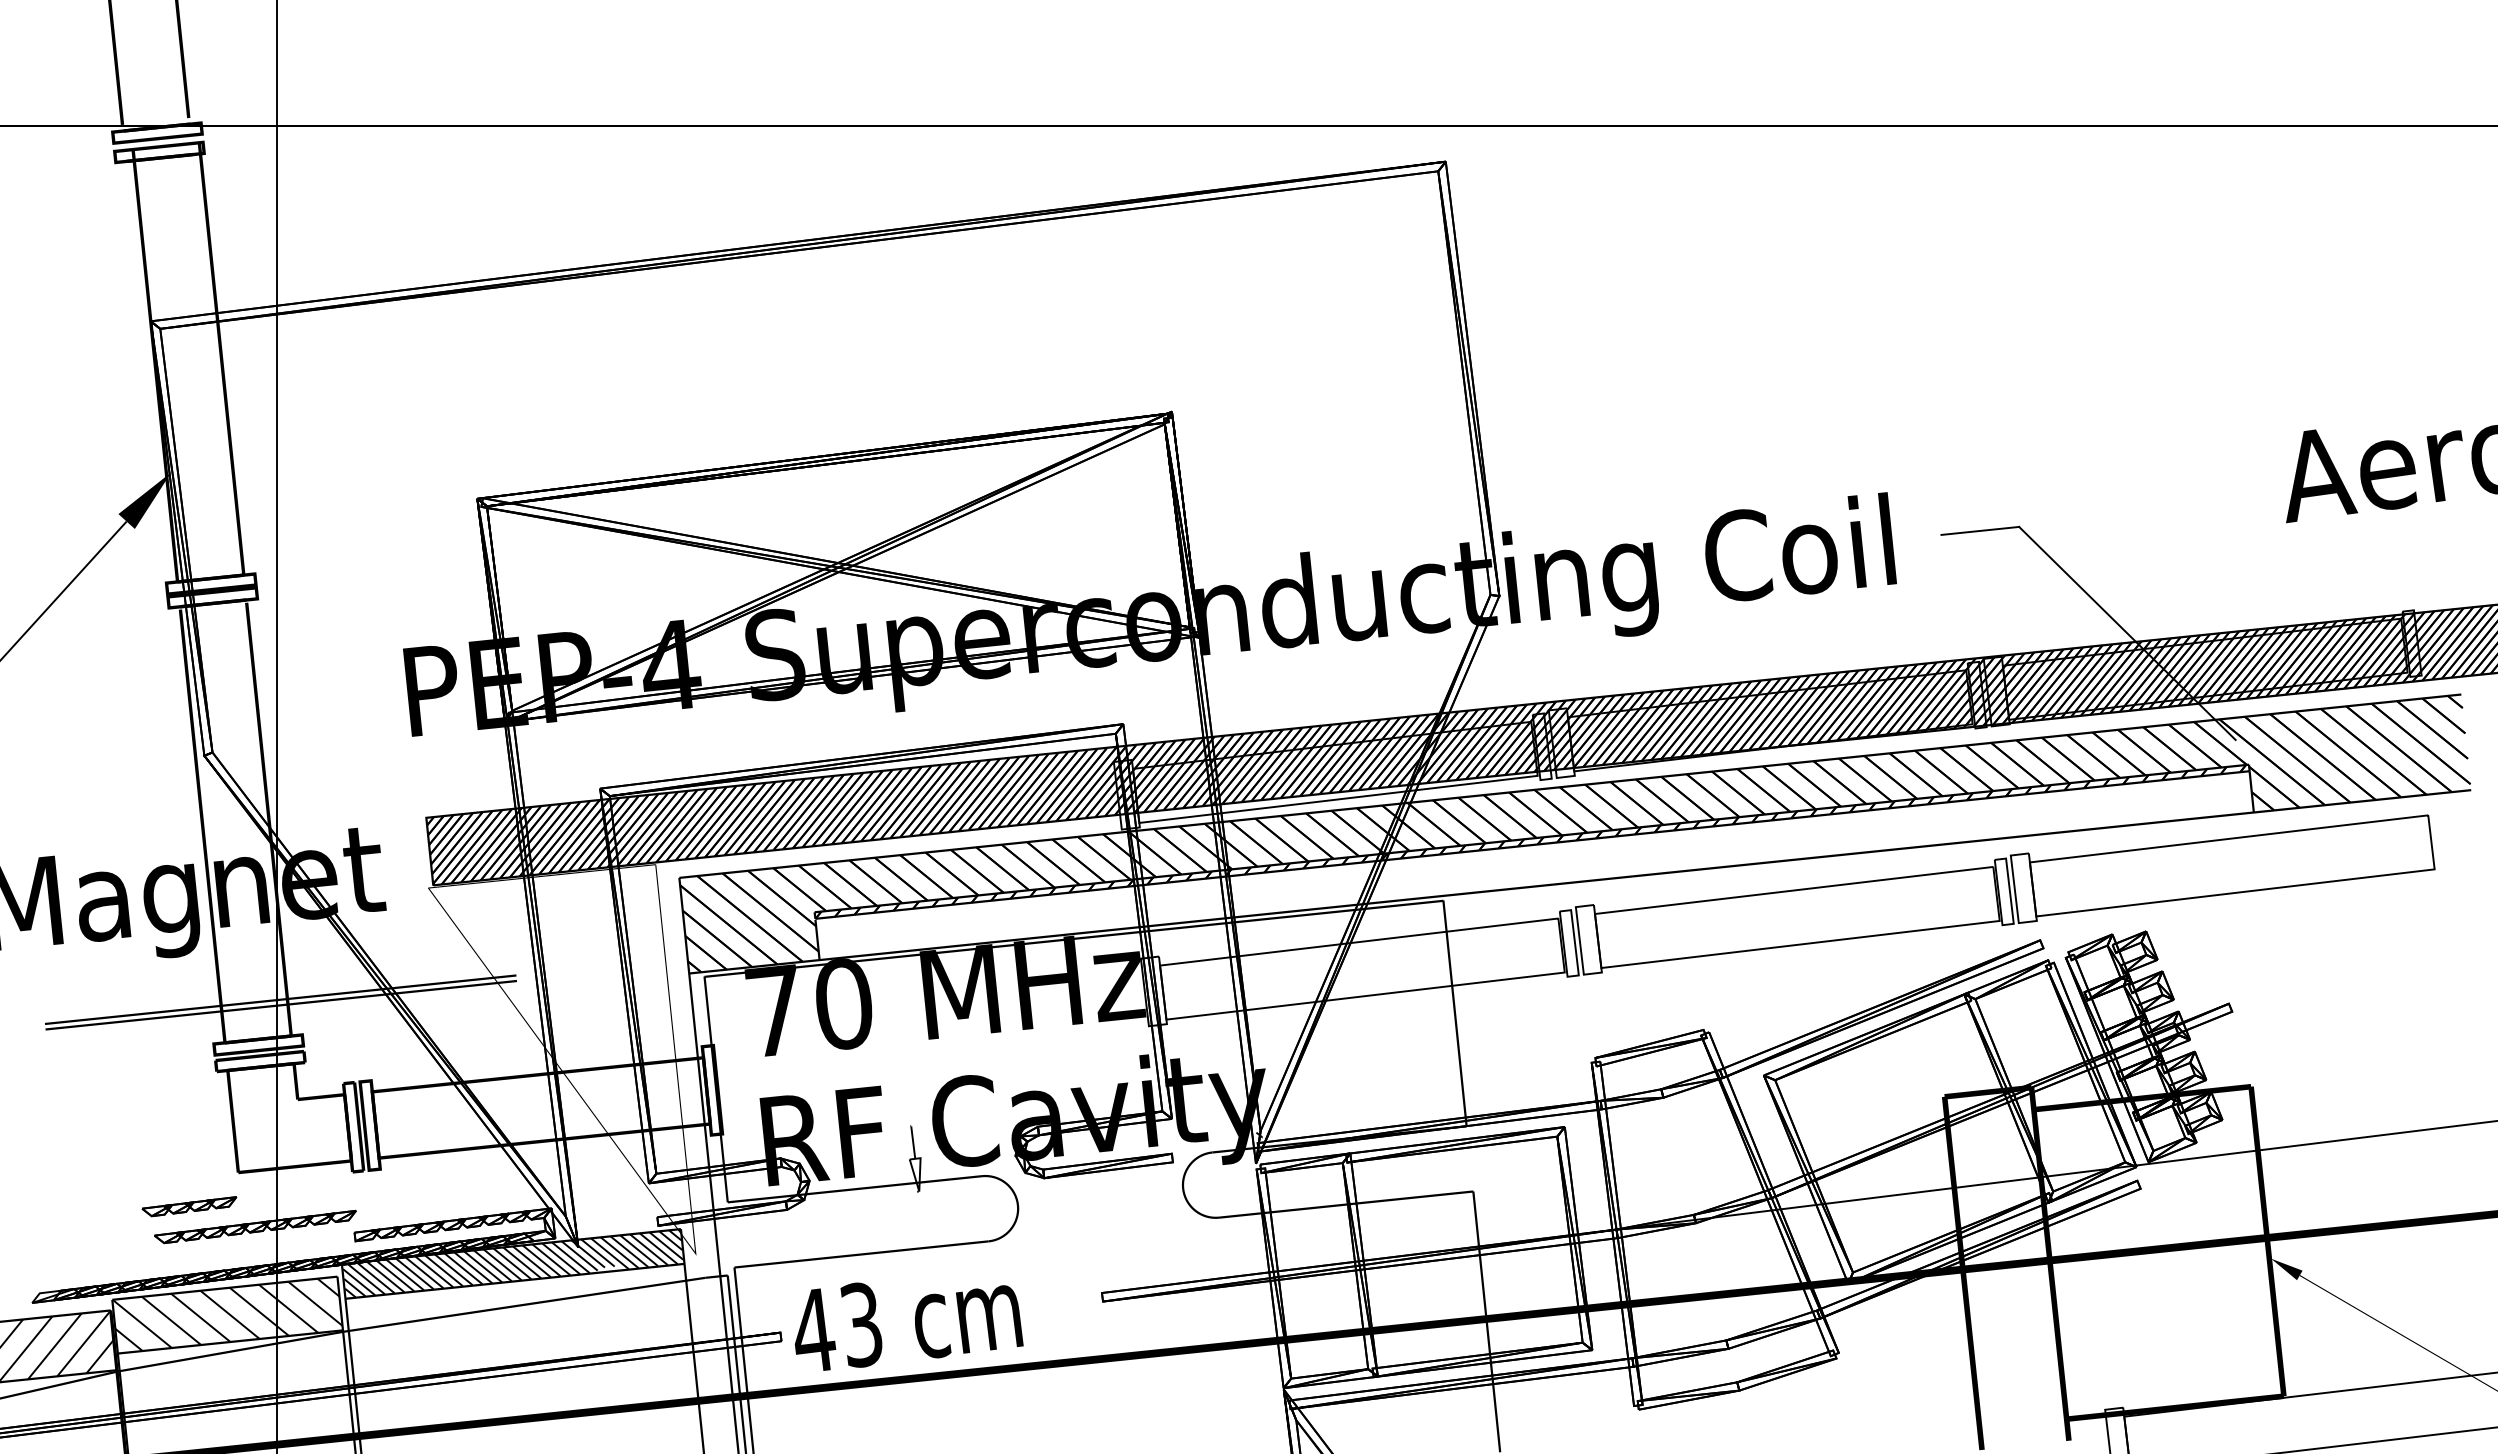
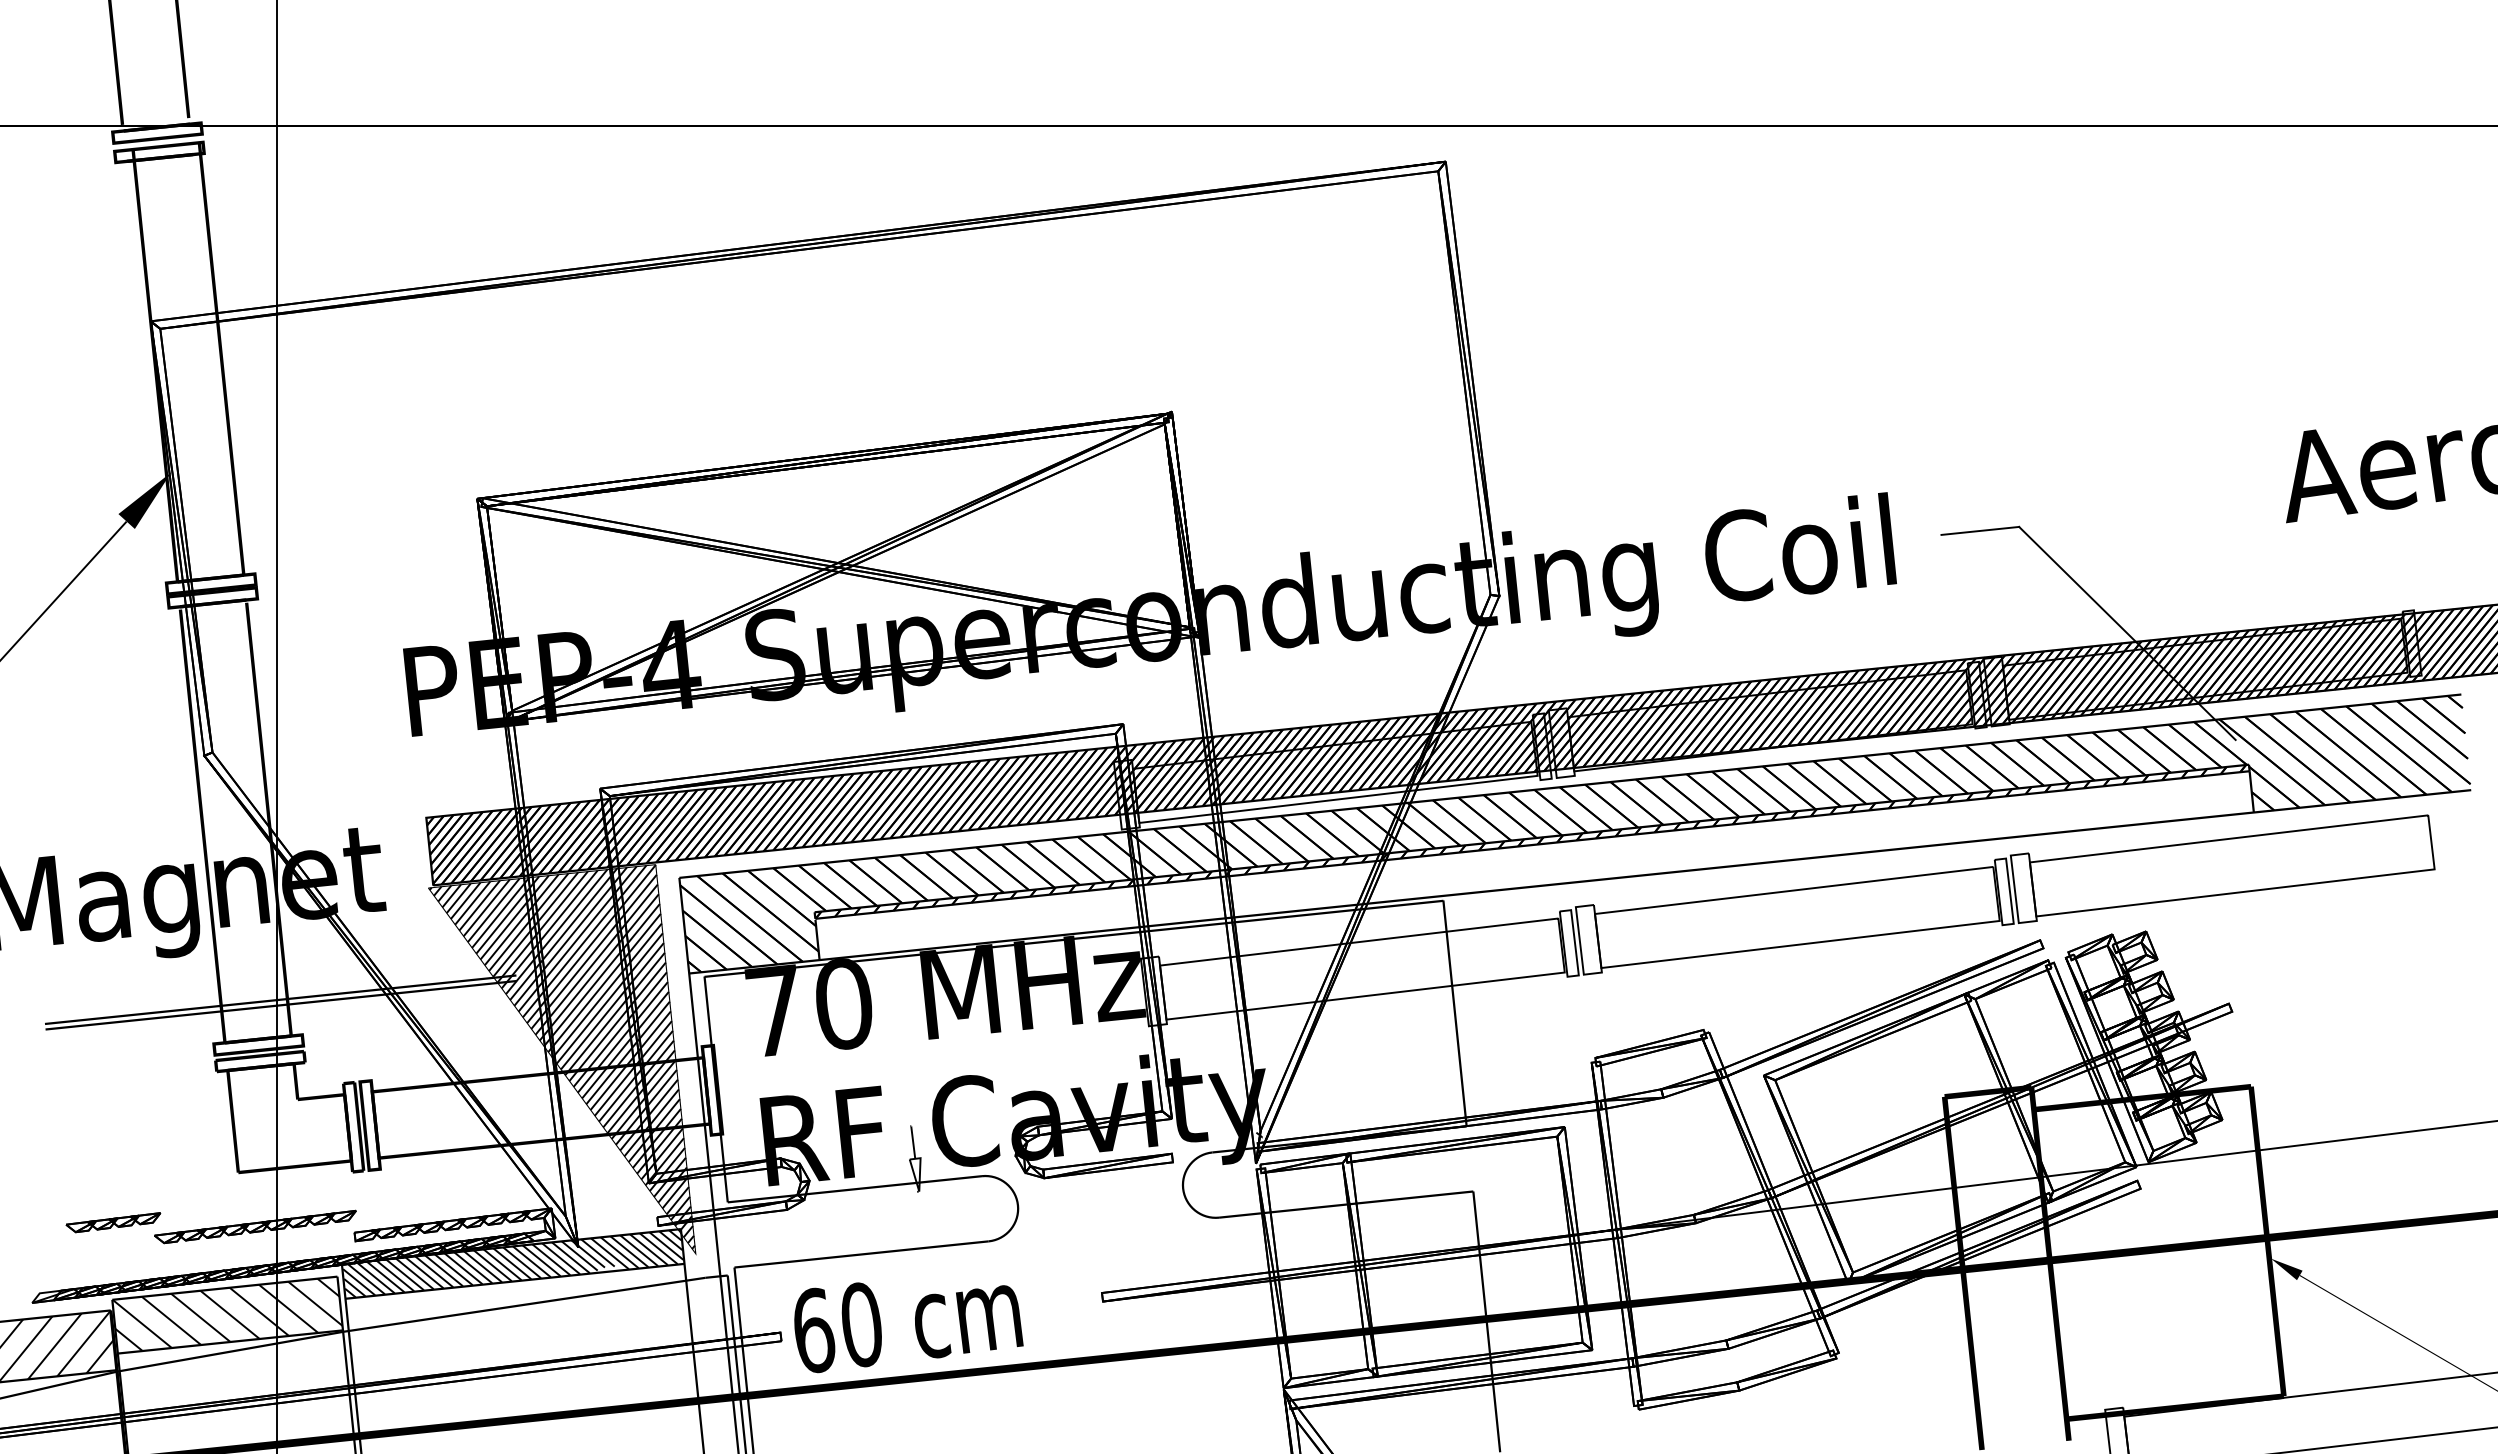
hatch at (561, 1056): none -> present
part at (189, 1206) position: (189, 1206) -> (113, 1222)
text at (838, 1327): 43 -> 60
